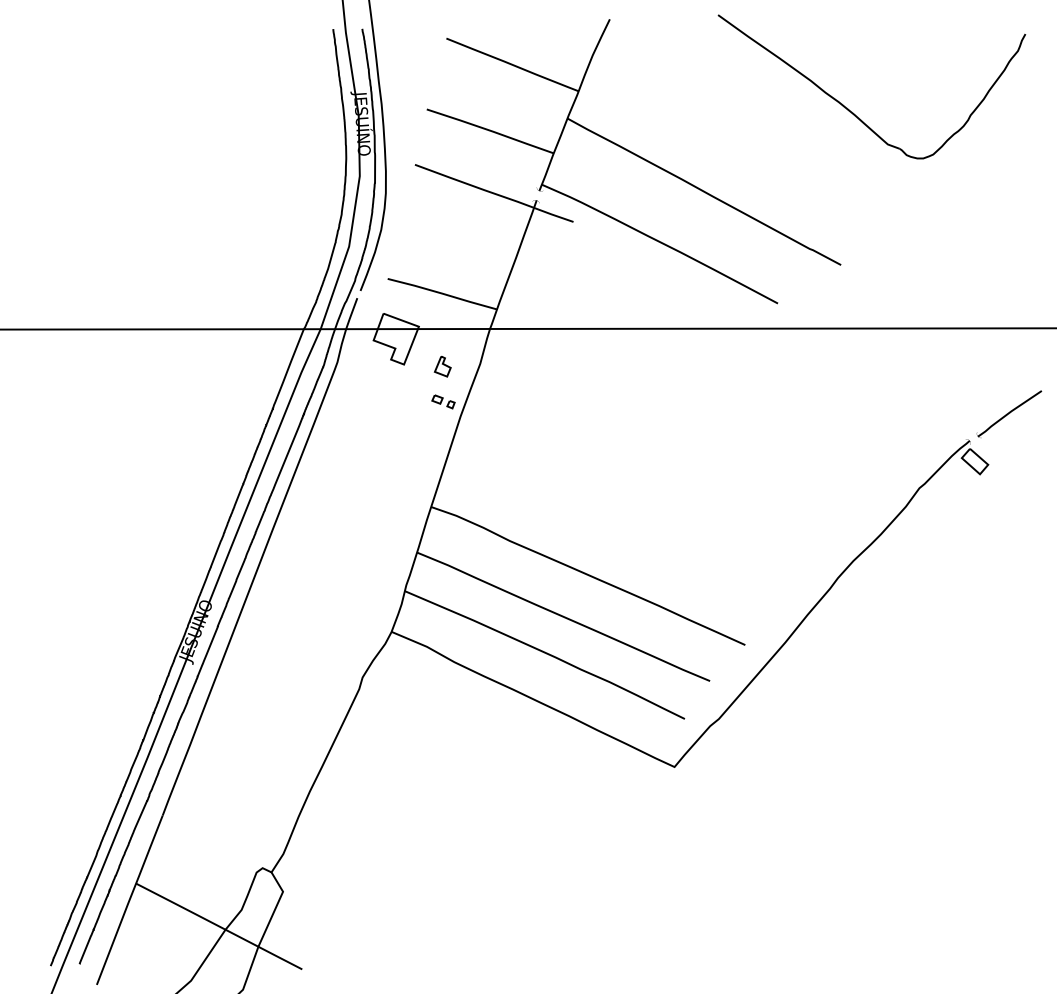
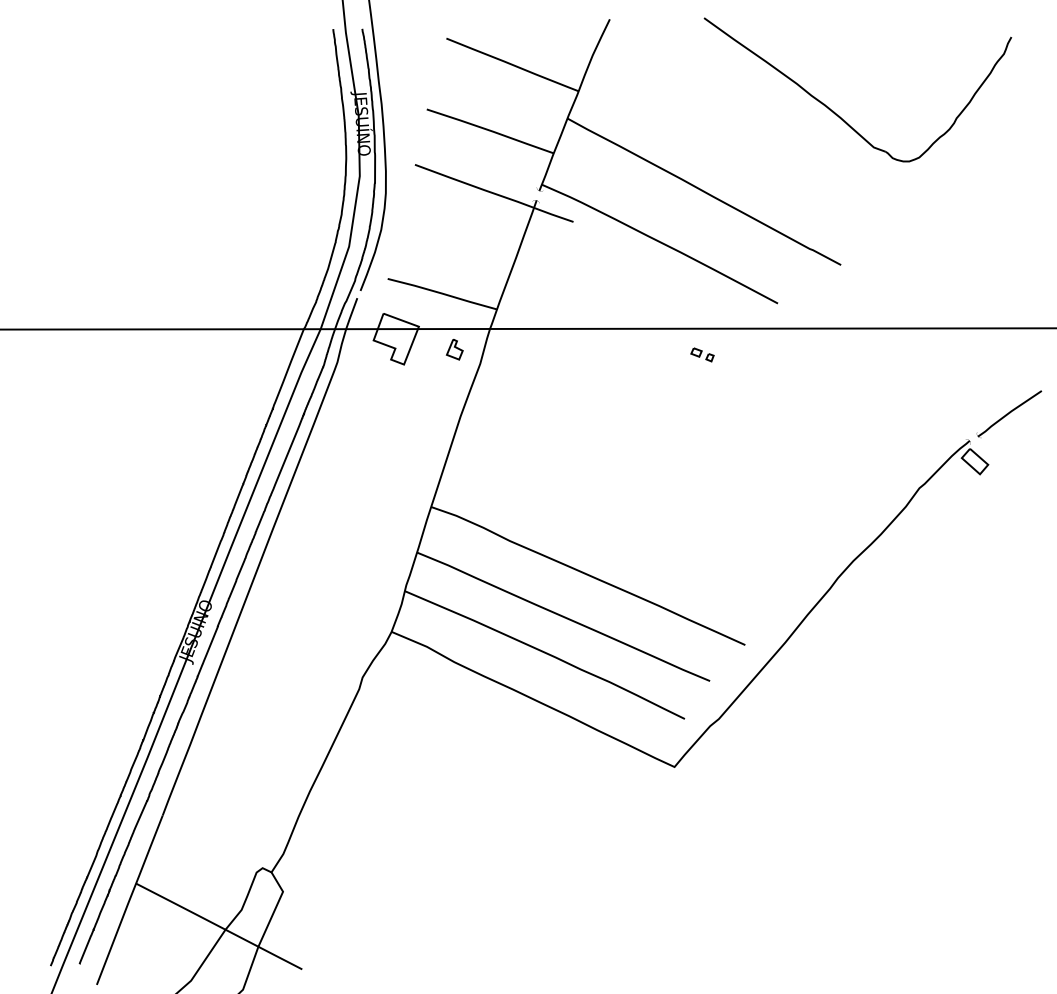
part at (853, 112) position: (853, 112) -> (839, 115)
part at (442, 366) position: (442, 366) -> (454, 349)
part at (443, 401) position: (443, 401) -> (702, 354)
